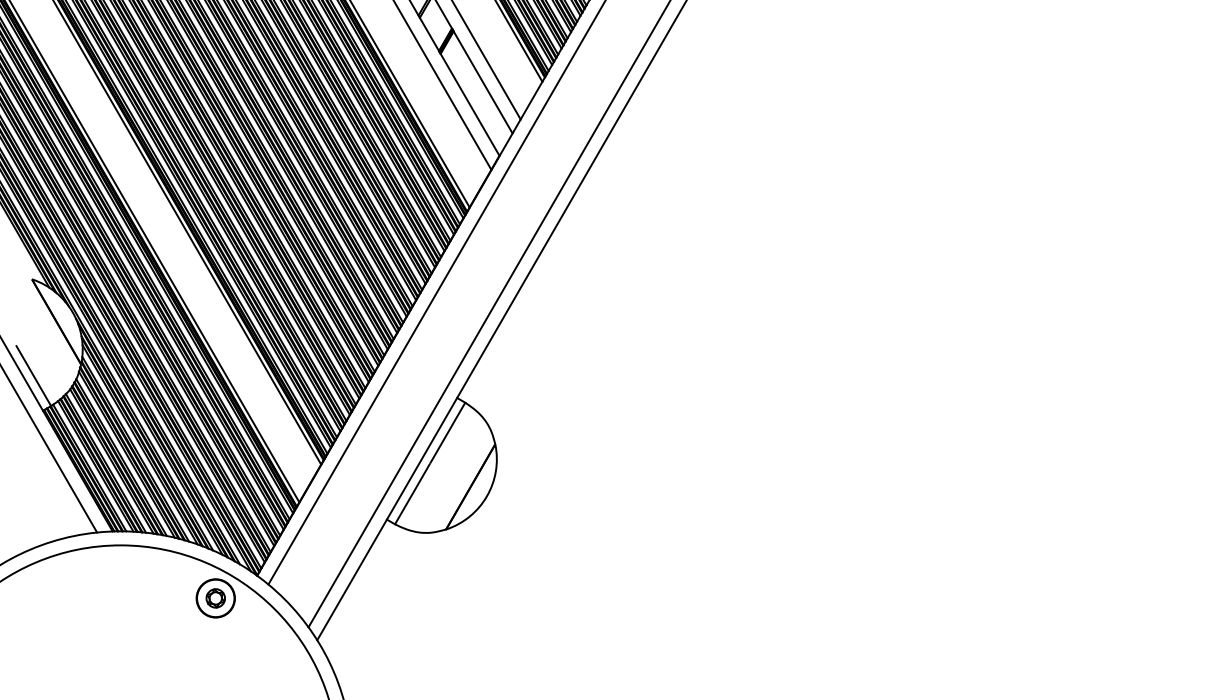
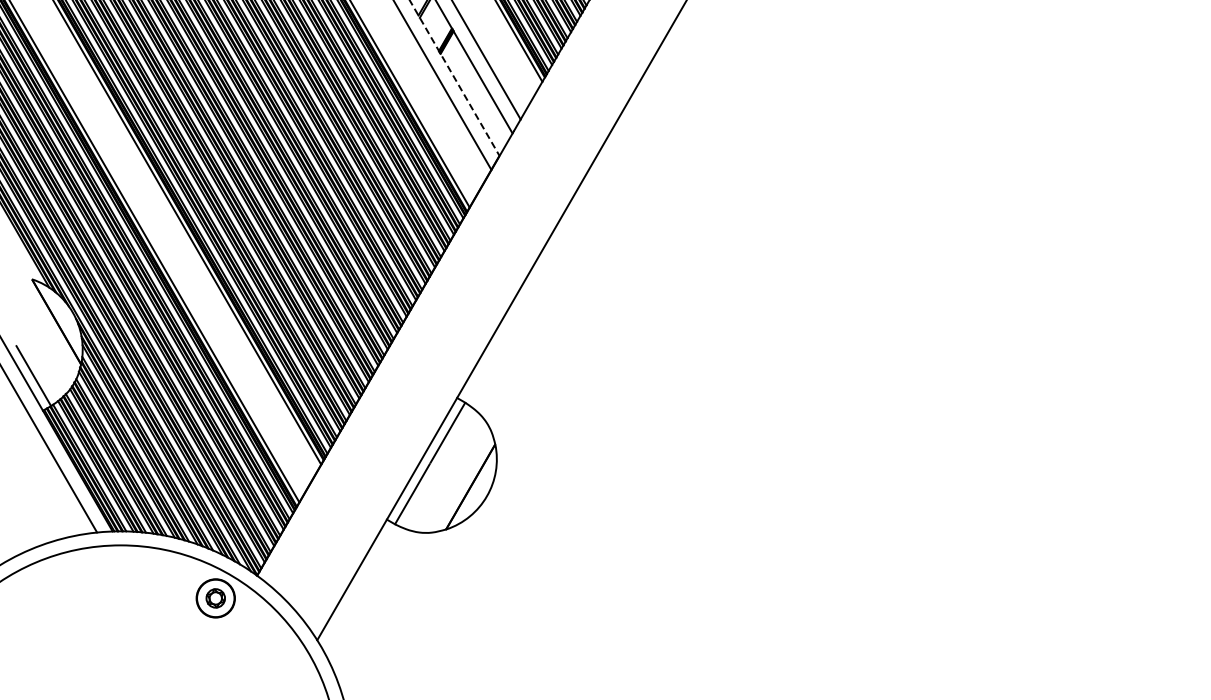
line at (454, 78): solid -> dashed
line at (436, 293): present -> none
line at (488, 314): present -> none
